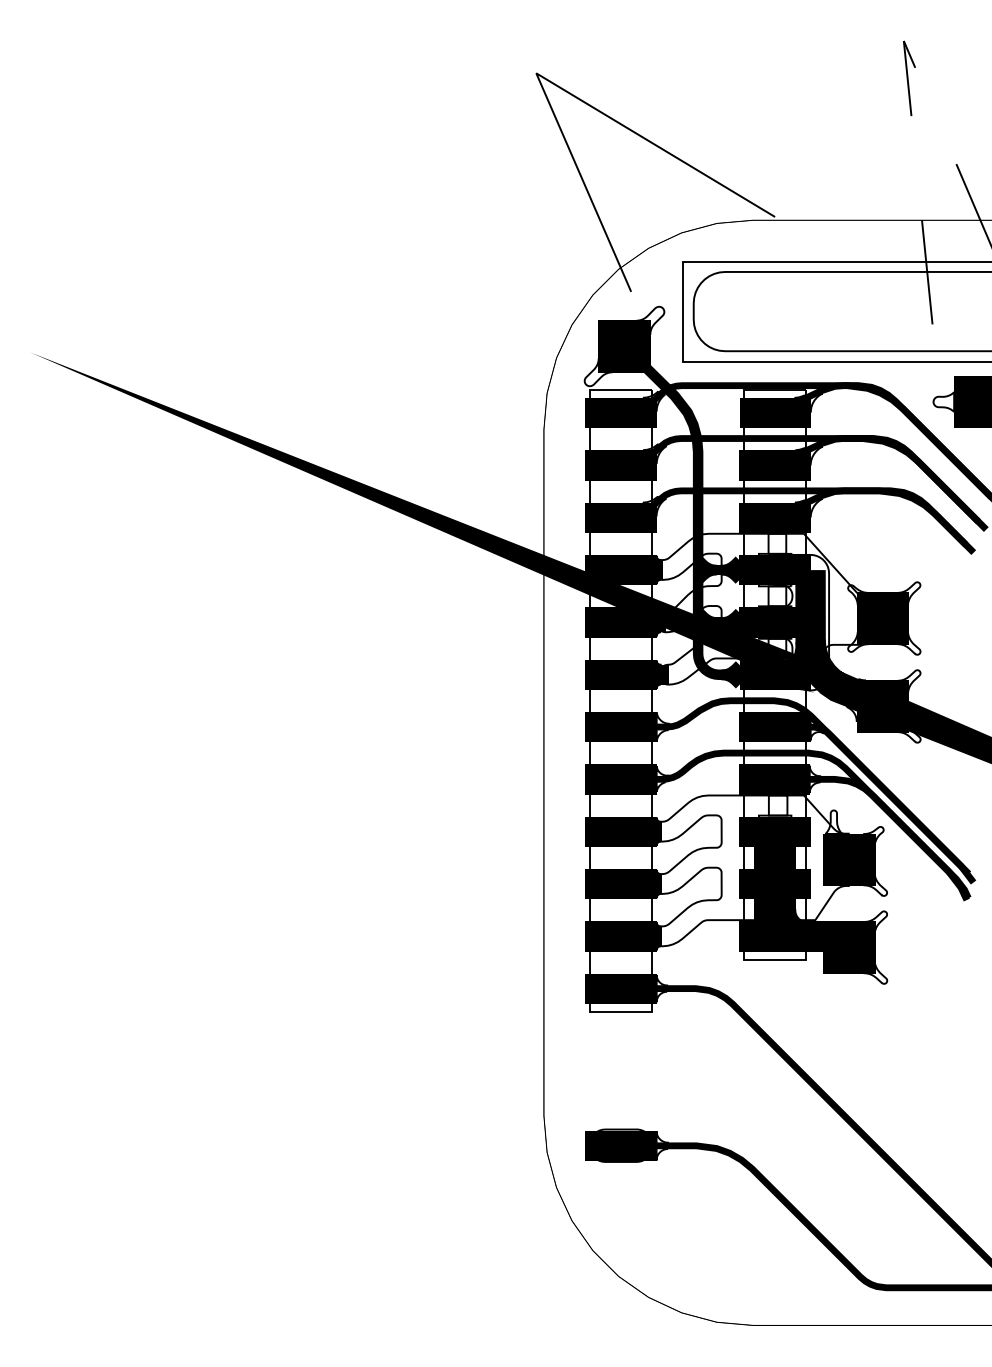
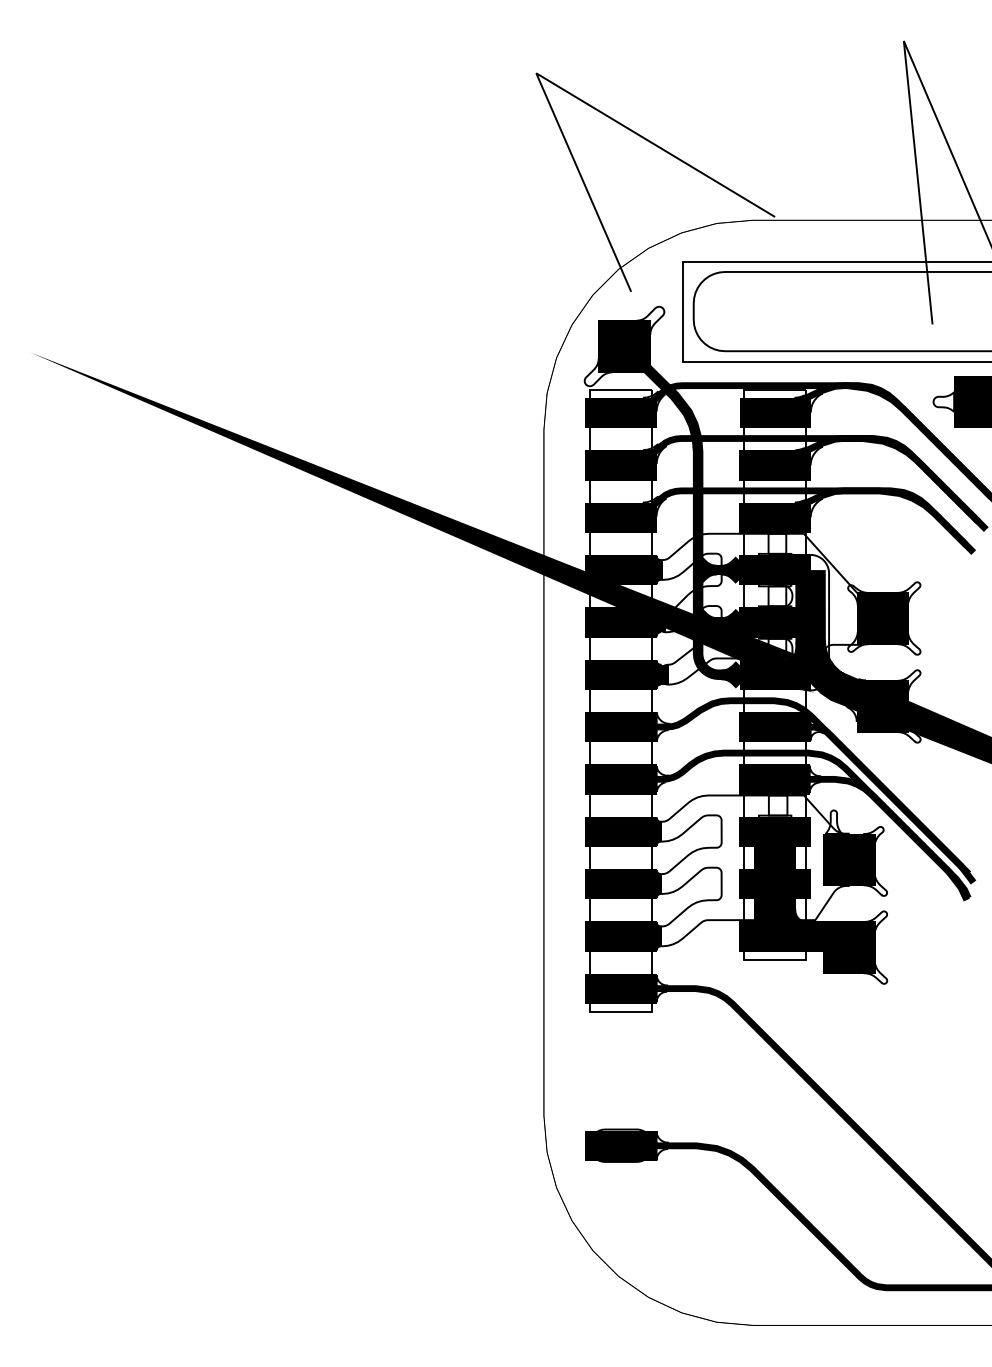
line at (906, 70): dashed -> solid
